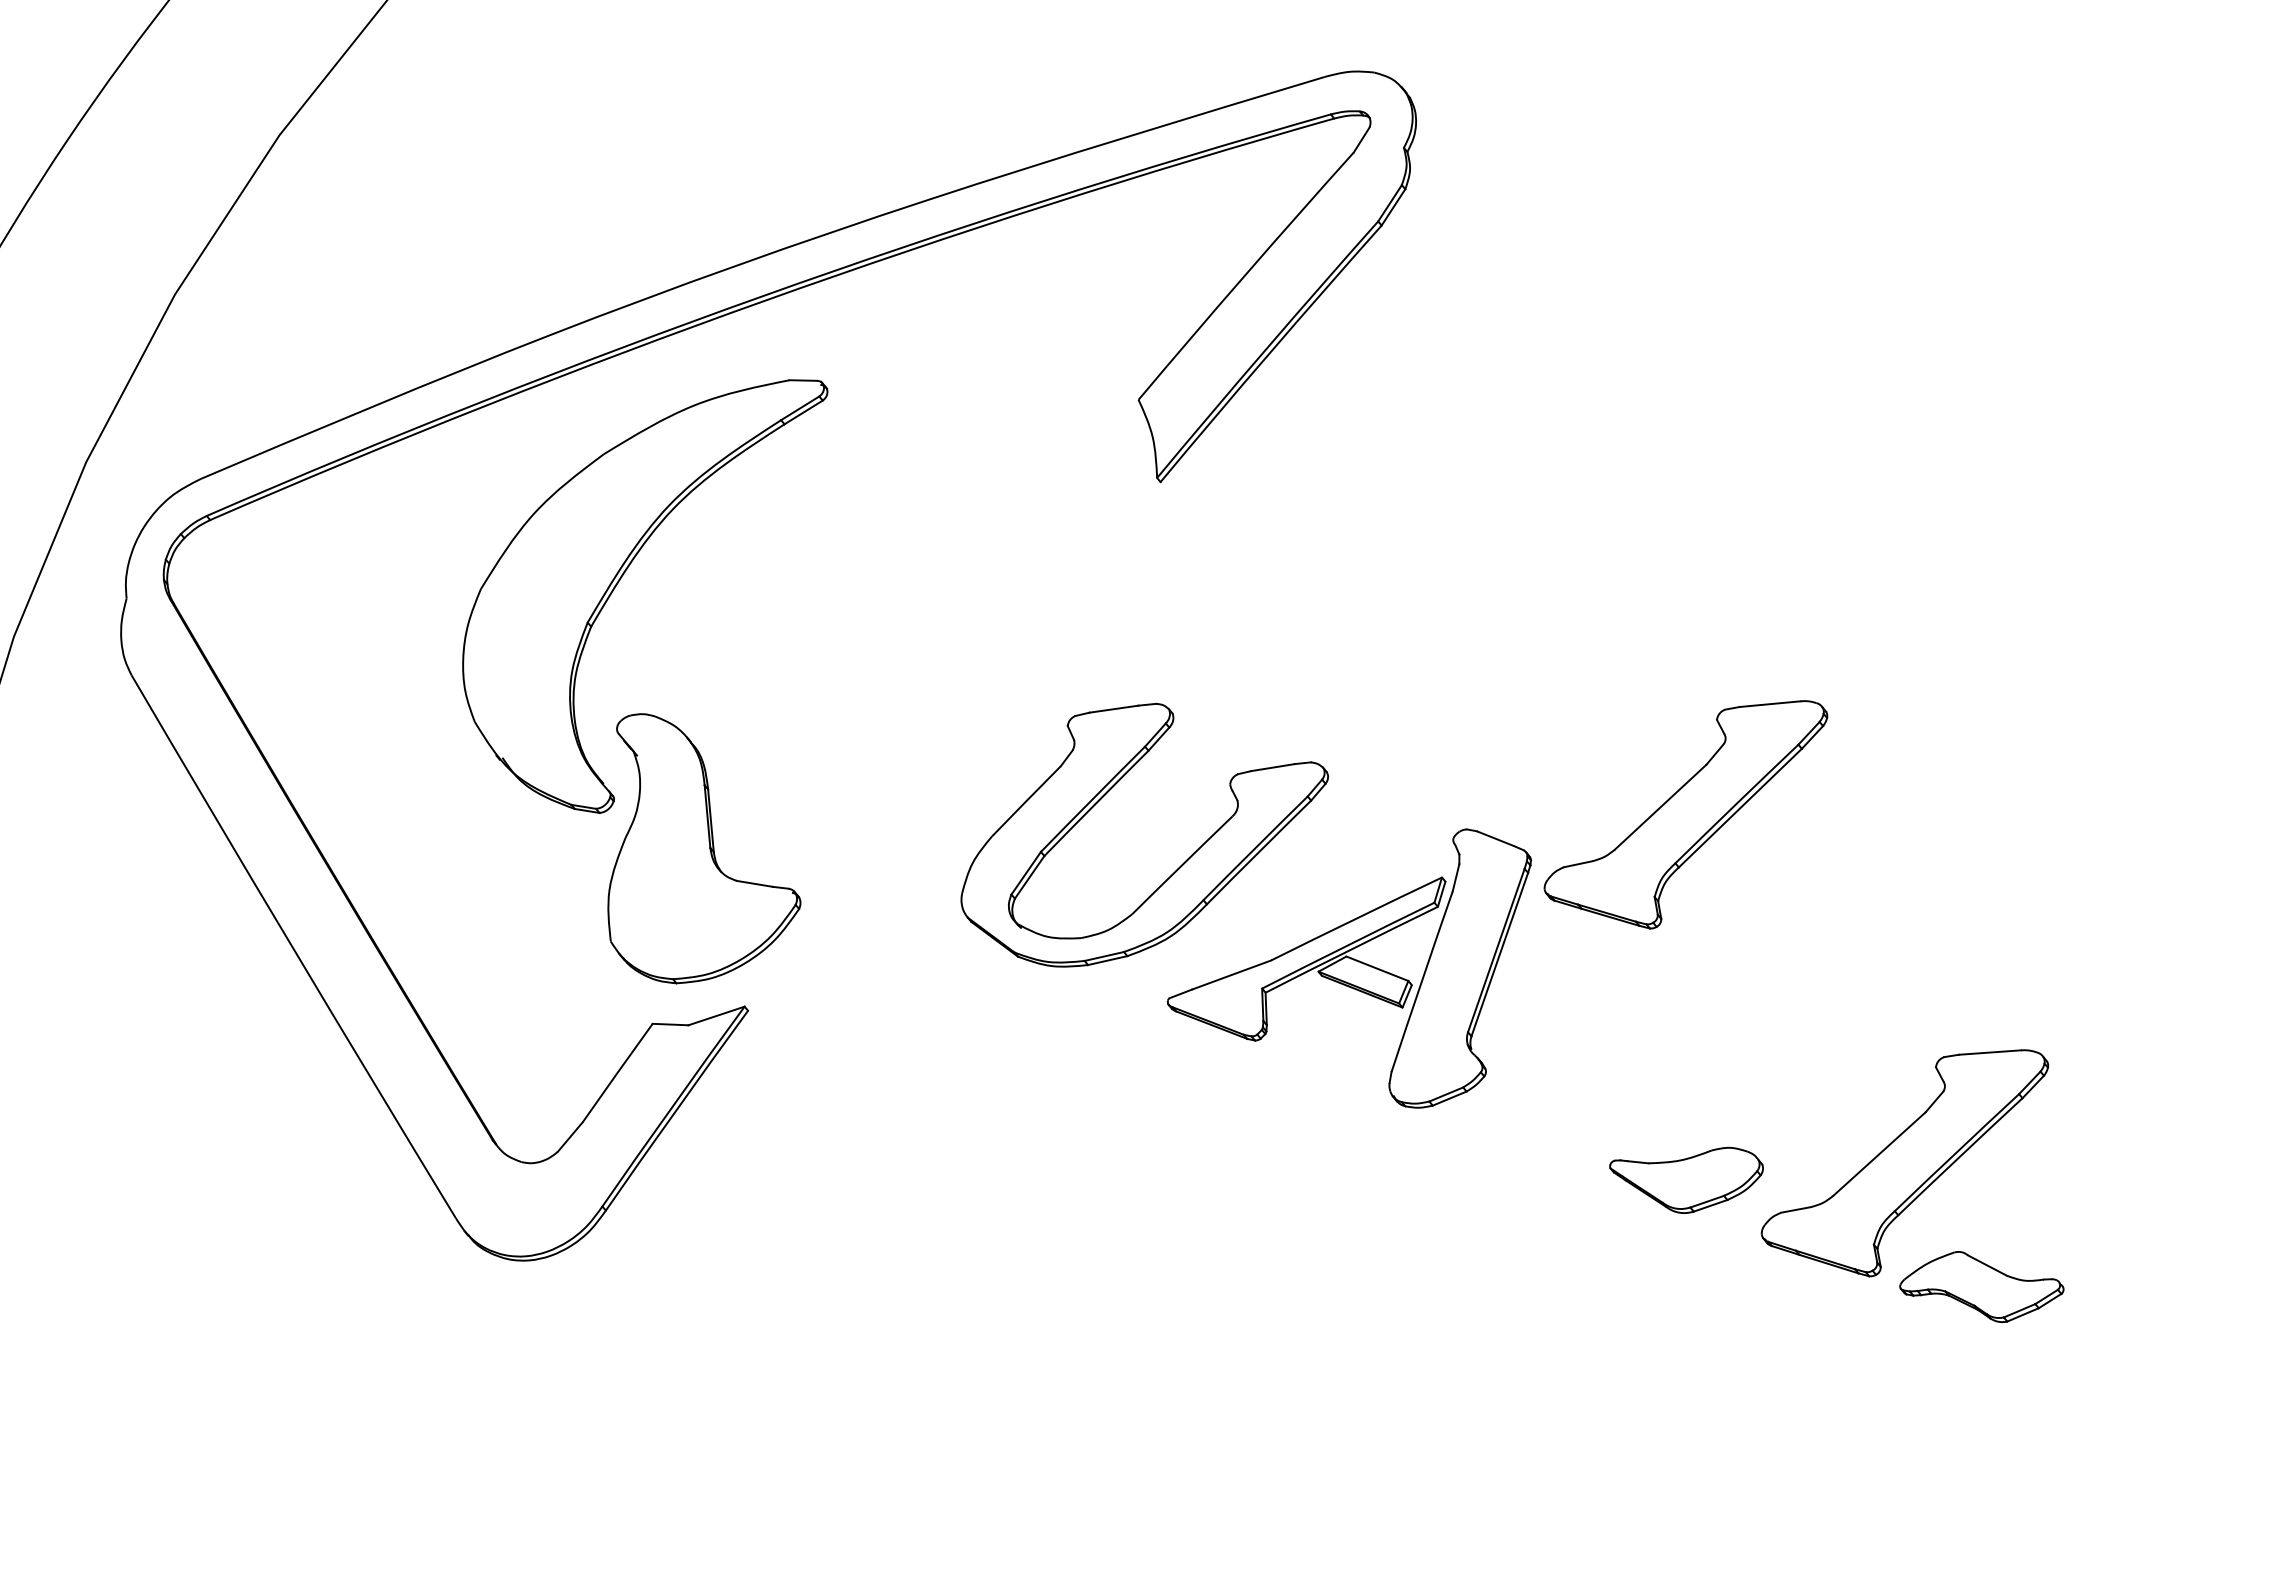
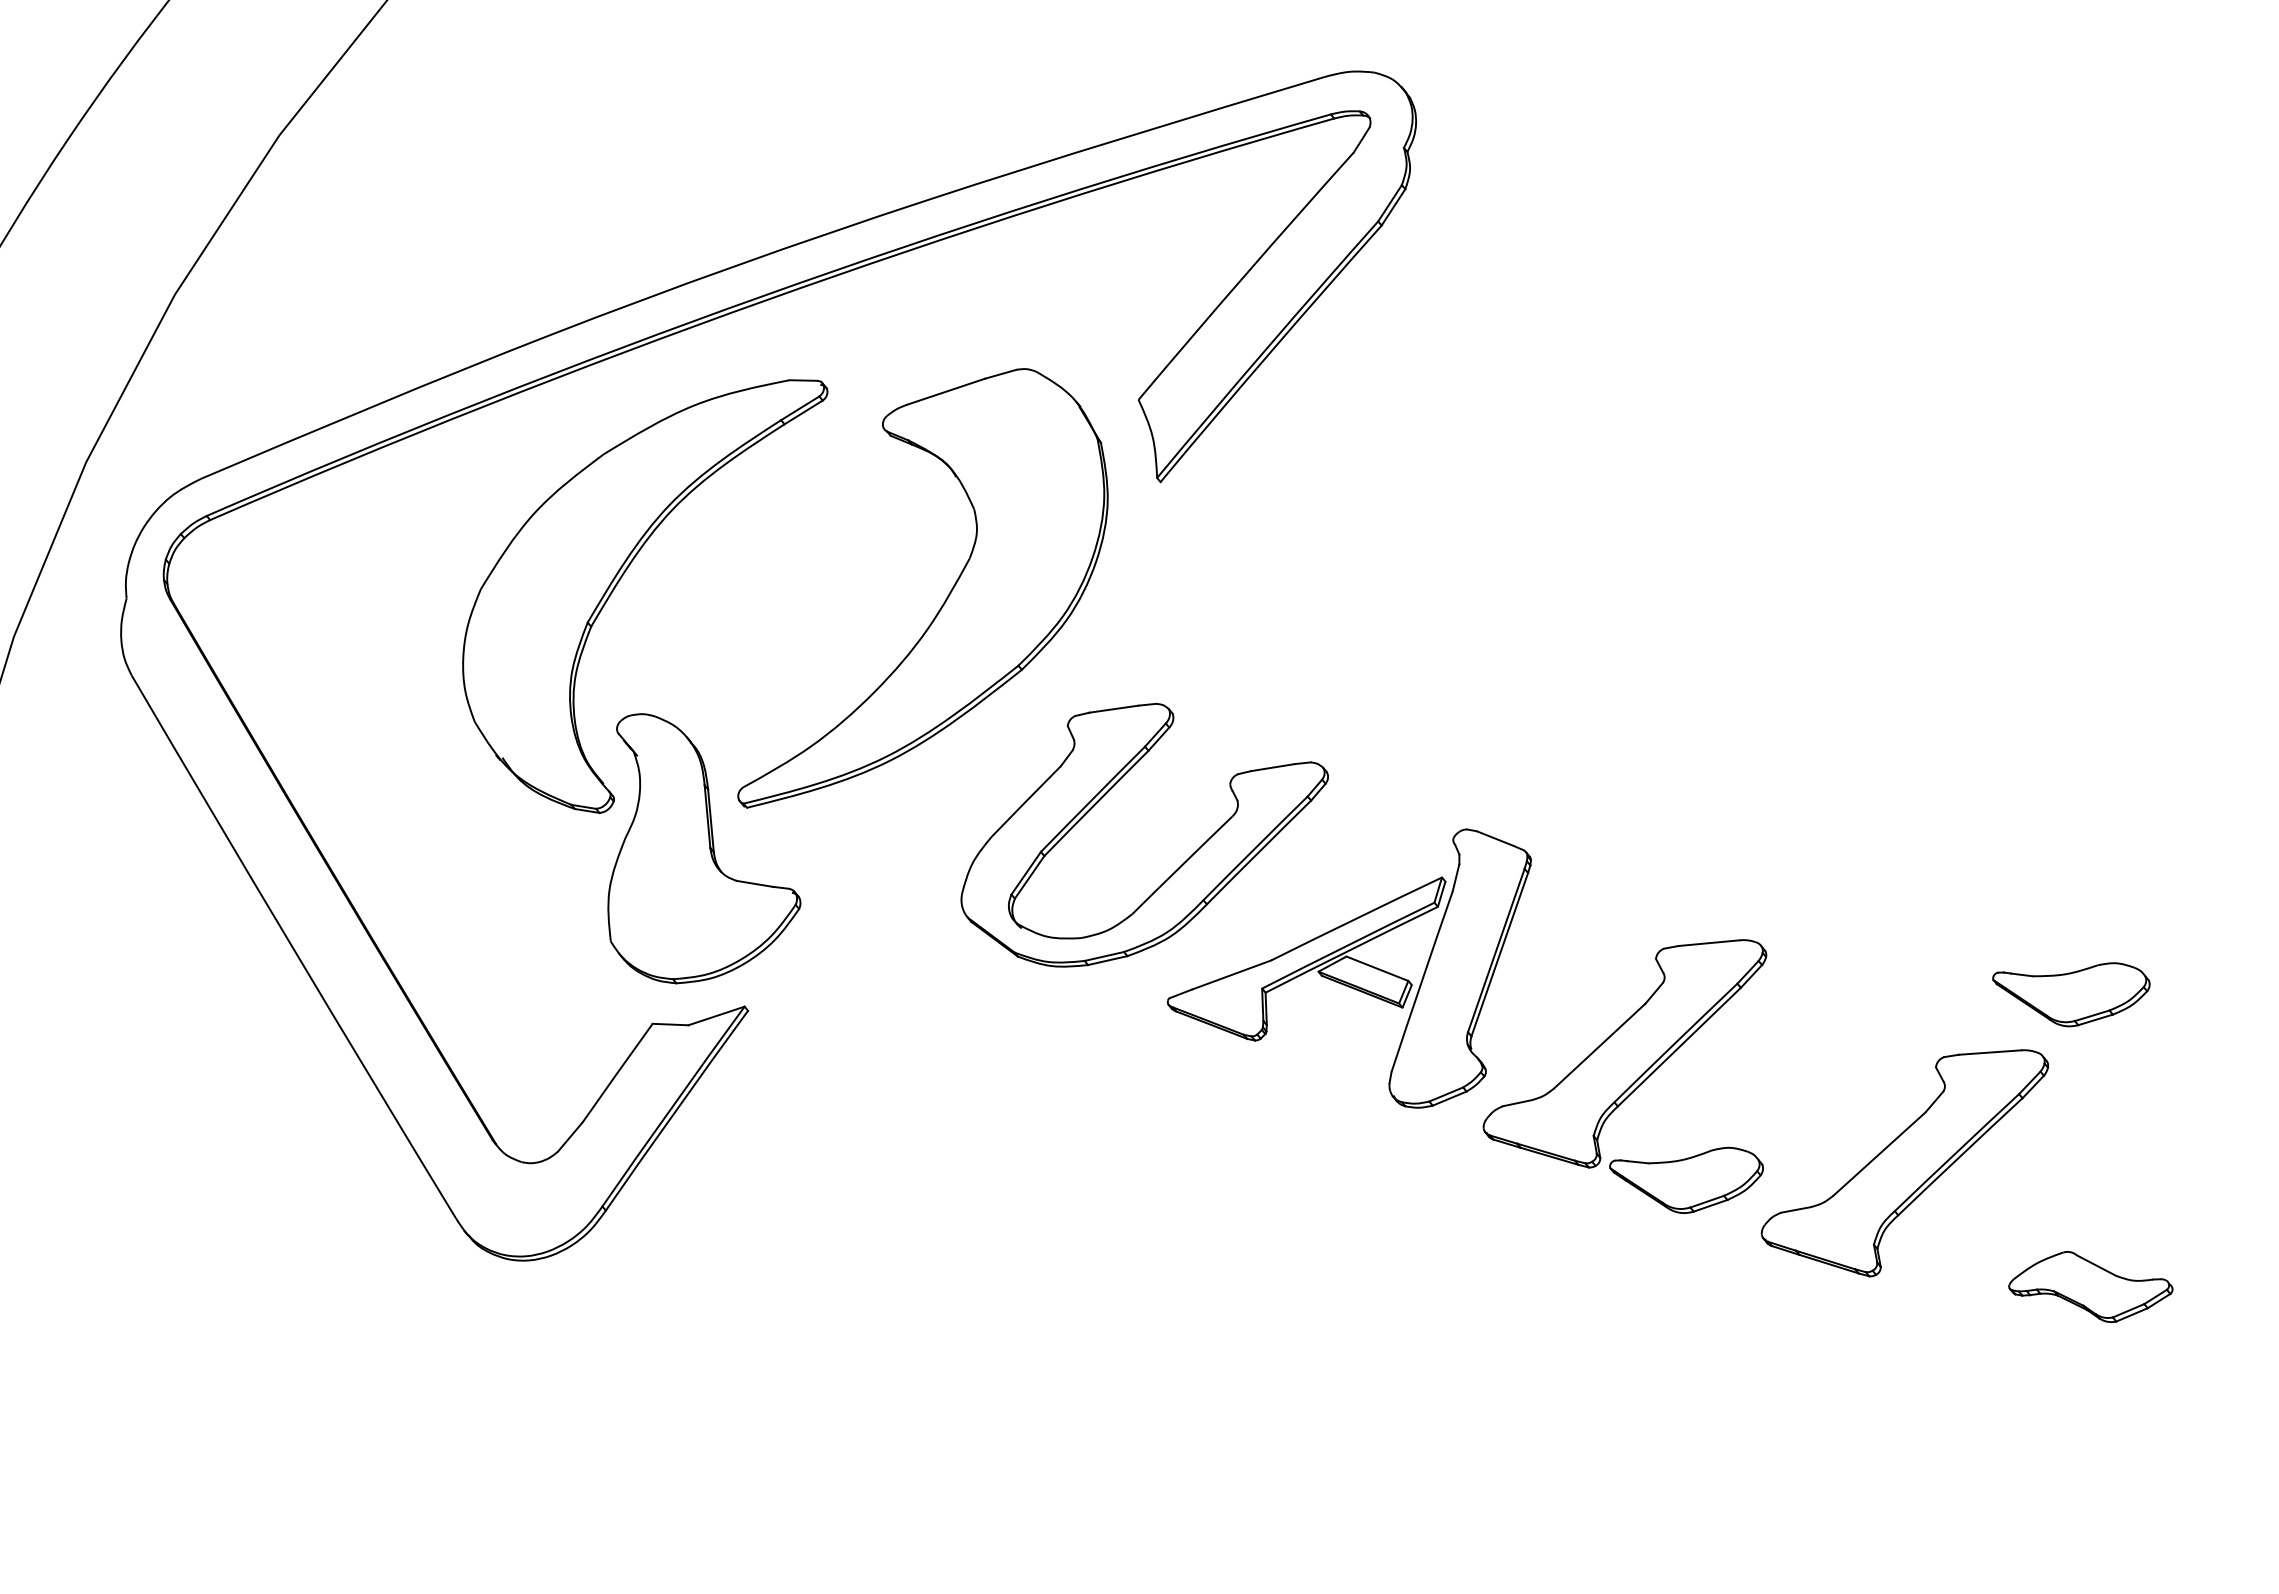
part at (943, 602): none -> present
part at (1685, 814) position: (1685, 814) -> (1624, 1053)
part at (2071, 994): none -> present
part at (1981, 1286) position: (1981, 1286) -> (2090, 1286)
